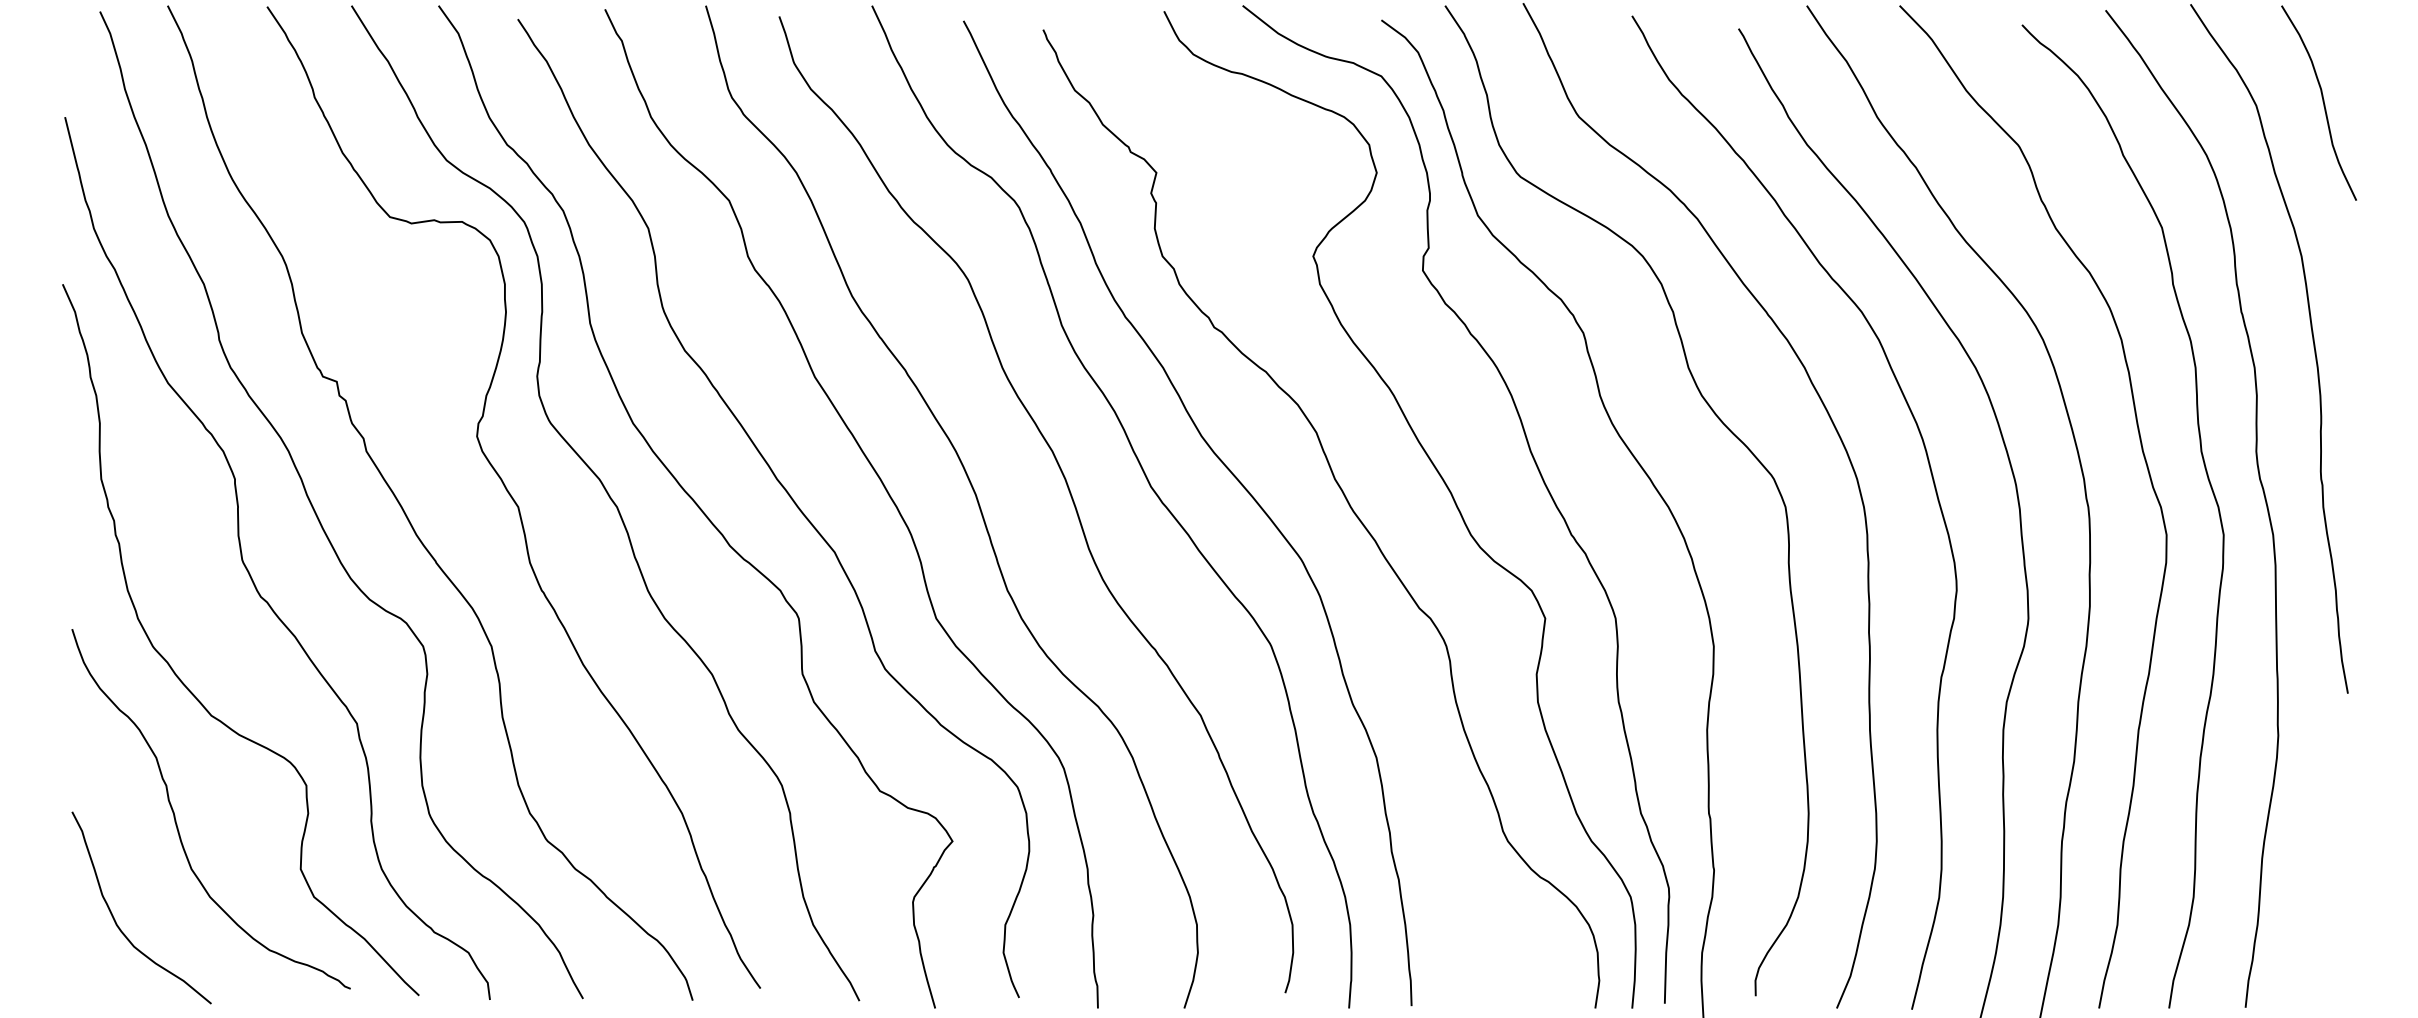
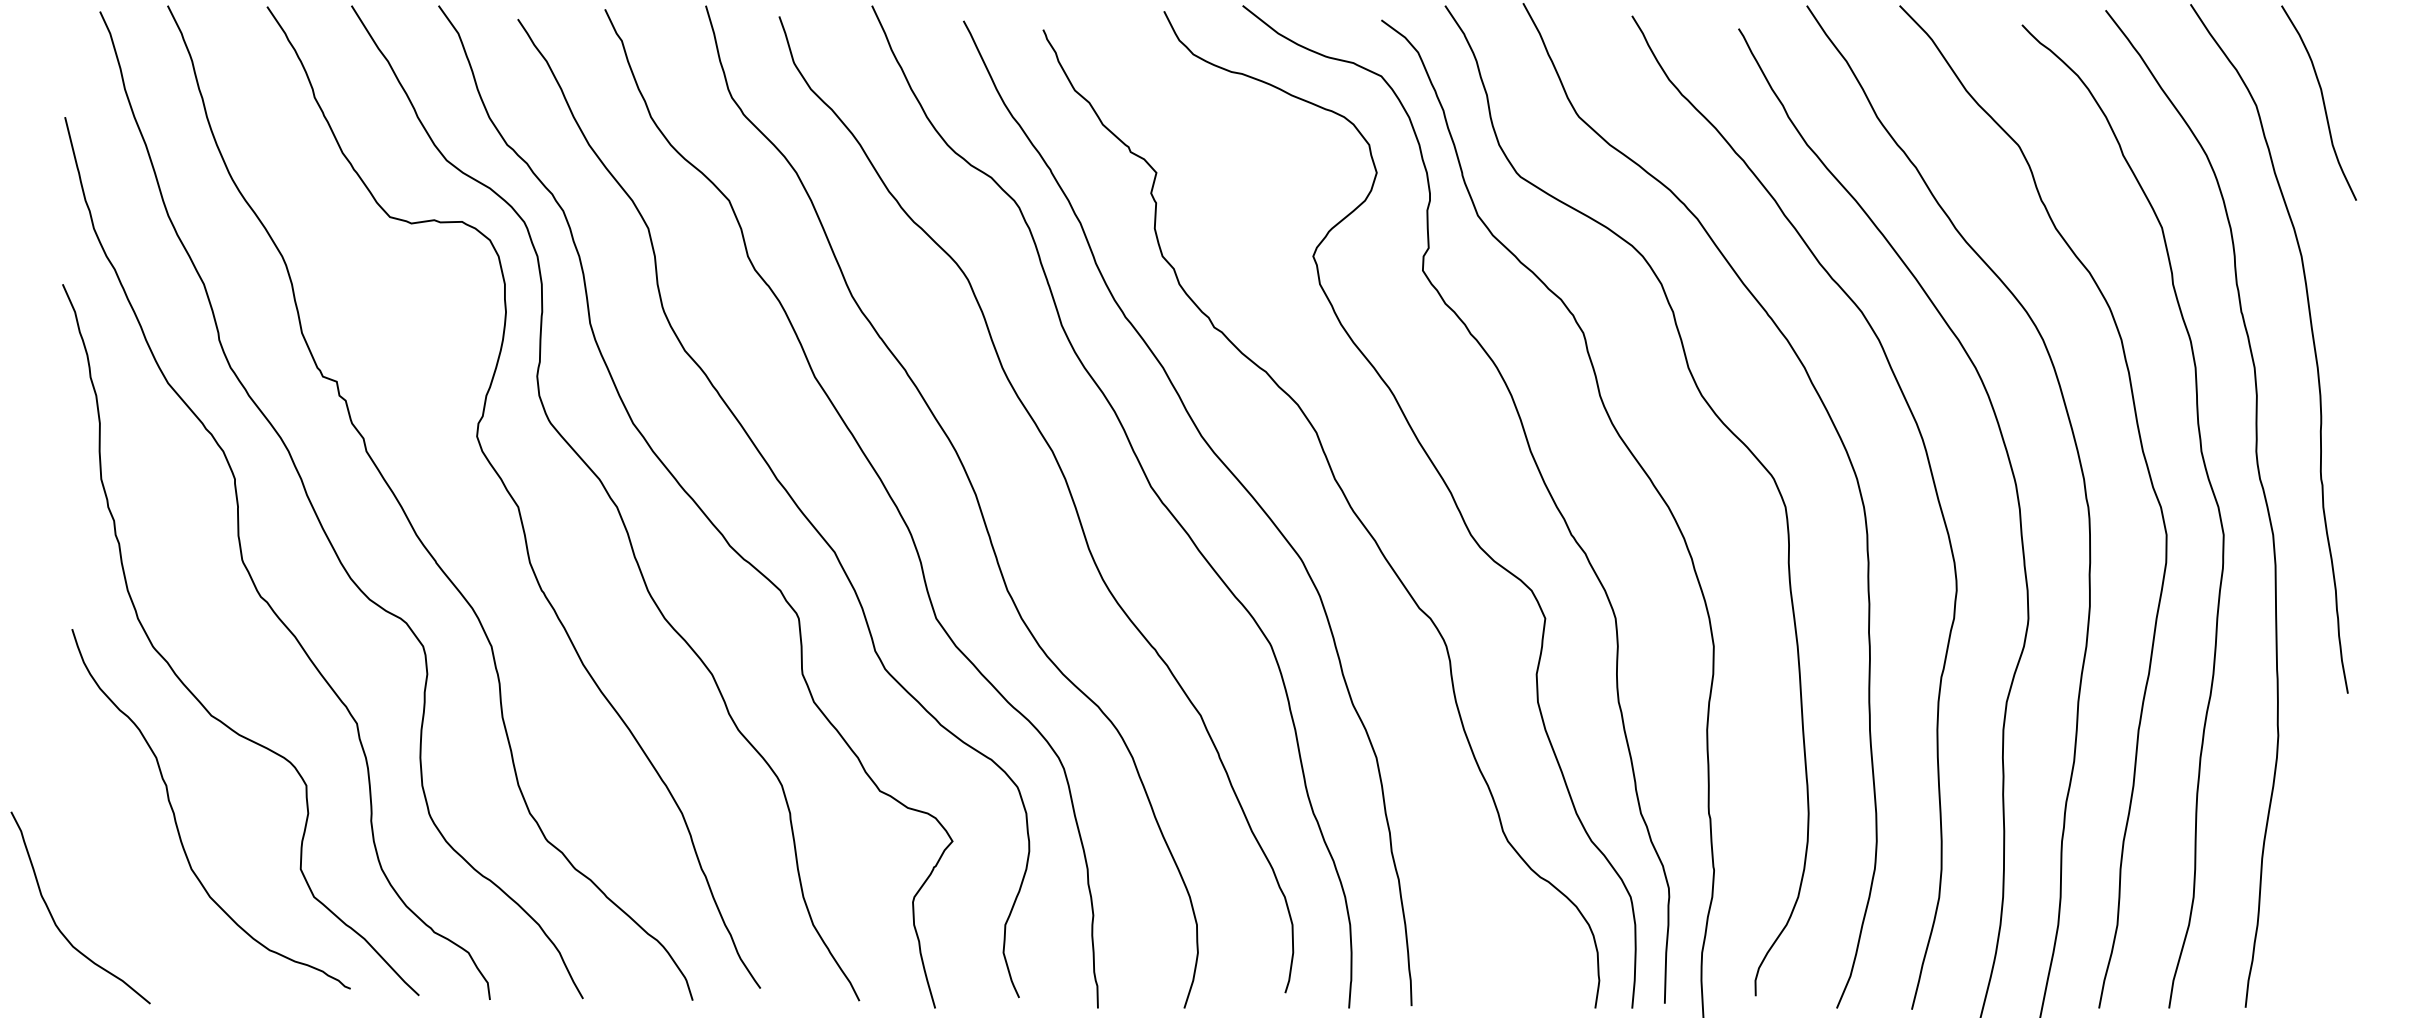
curve at (115, 919) position: (115, 919) -> (54, 919)
